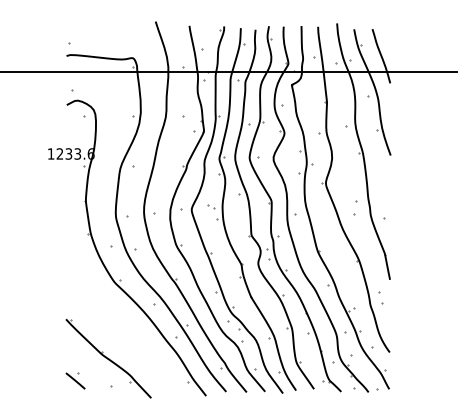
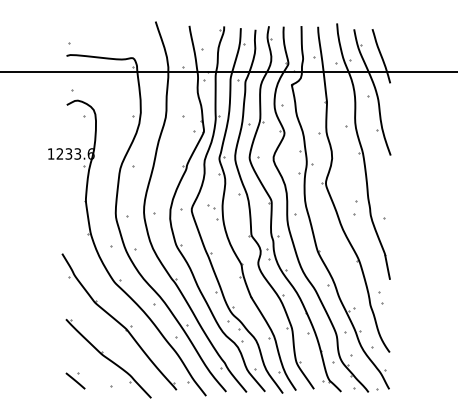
part at (119, 321): none -> present
